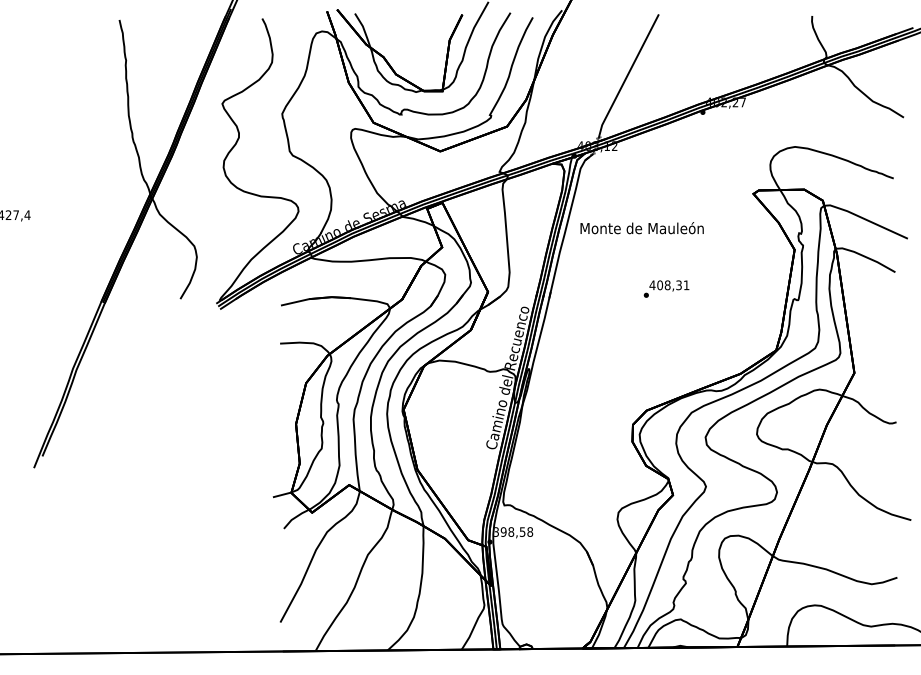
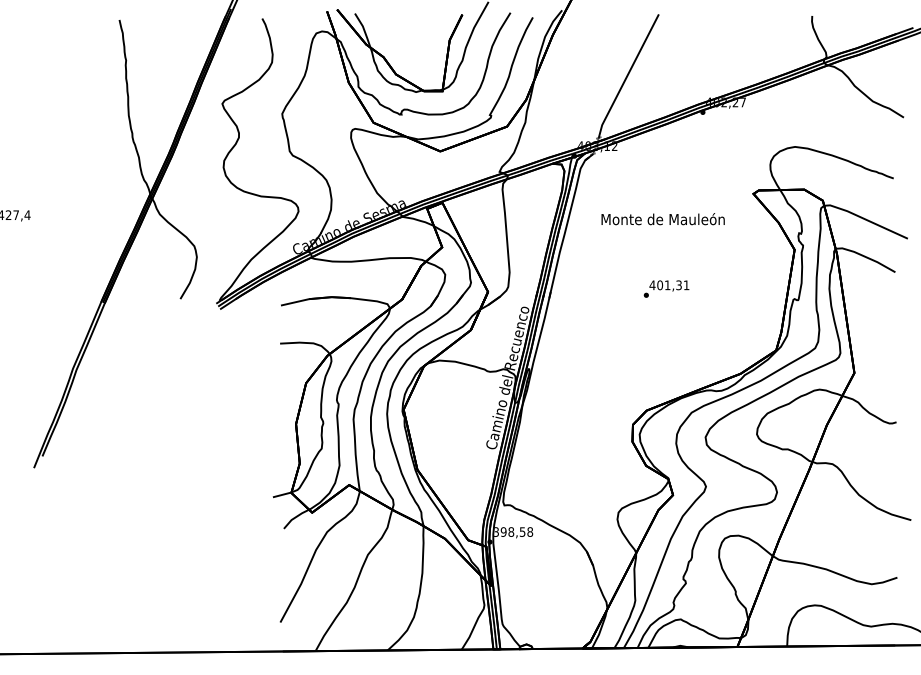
text at (641, 228) position: (641, 228) -> (662, 219)
text at (667, 285): 408,31 -> 401,31
